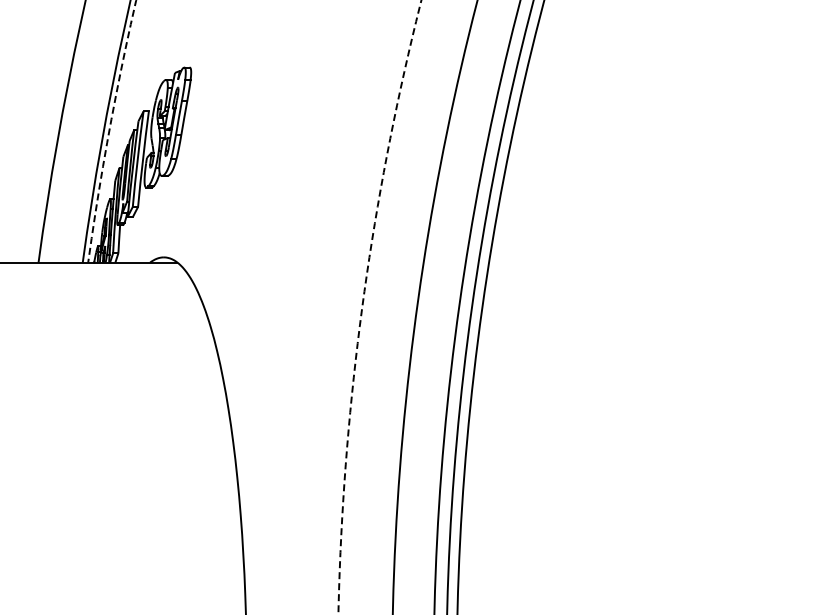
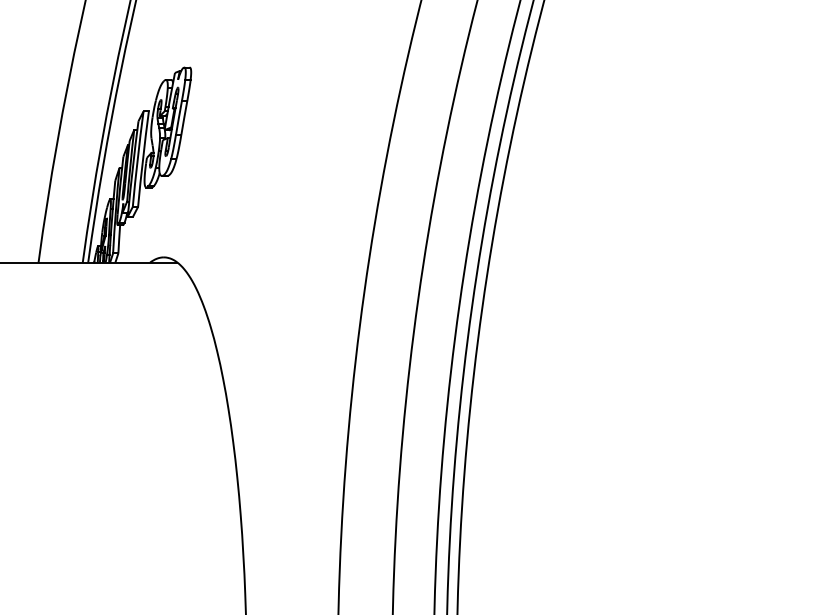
arc at (109, 130): dashed -> solid
arc at (362, 305): dashed -> solid
